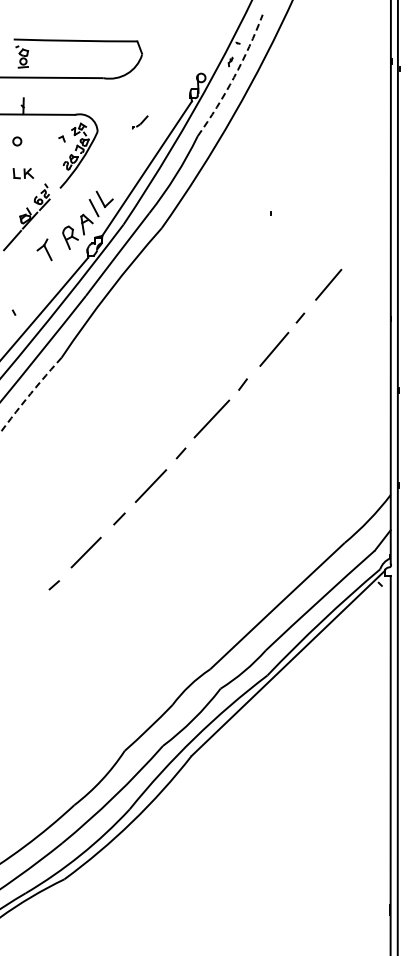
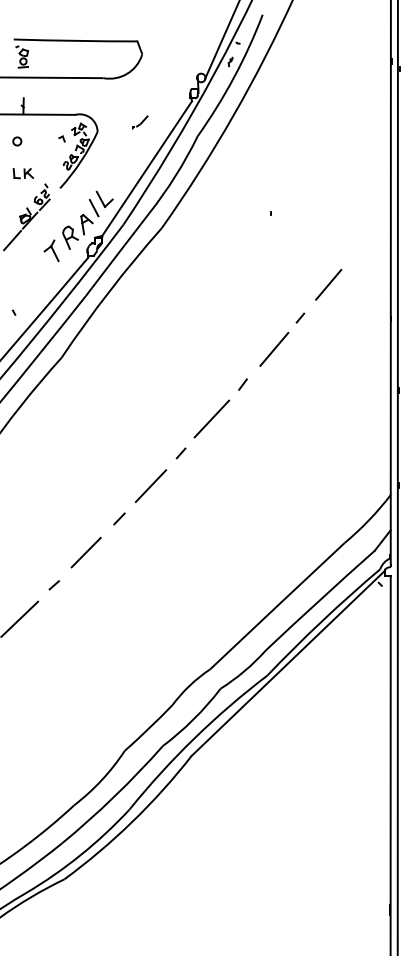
line at (221, 40): none -> present
arc at (234, 77): dashed -> solid
part at (44, 249) position: (44, 249) -> (51, 250)
arc at (29, 395): dashed -> solid
line at (20, 618): none -> present
